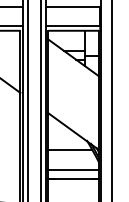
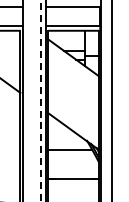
line at (27, 100): present -> none
line at (41, 100): solid -> dashed
line at (73, 169): present -> none
